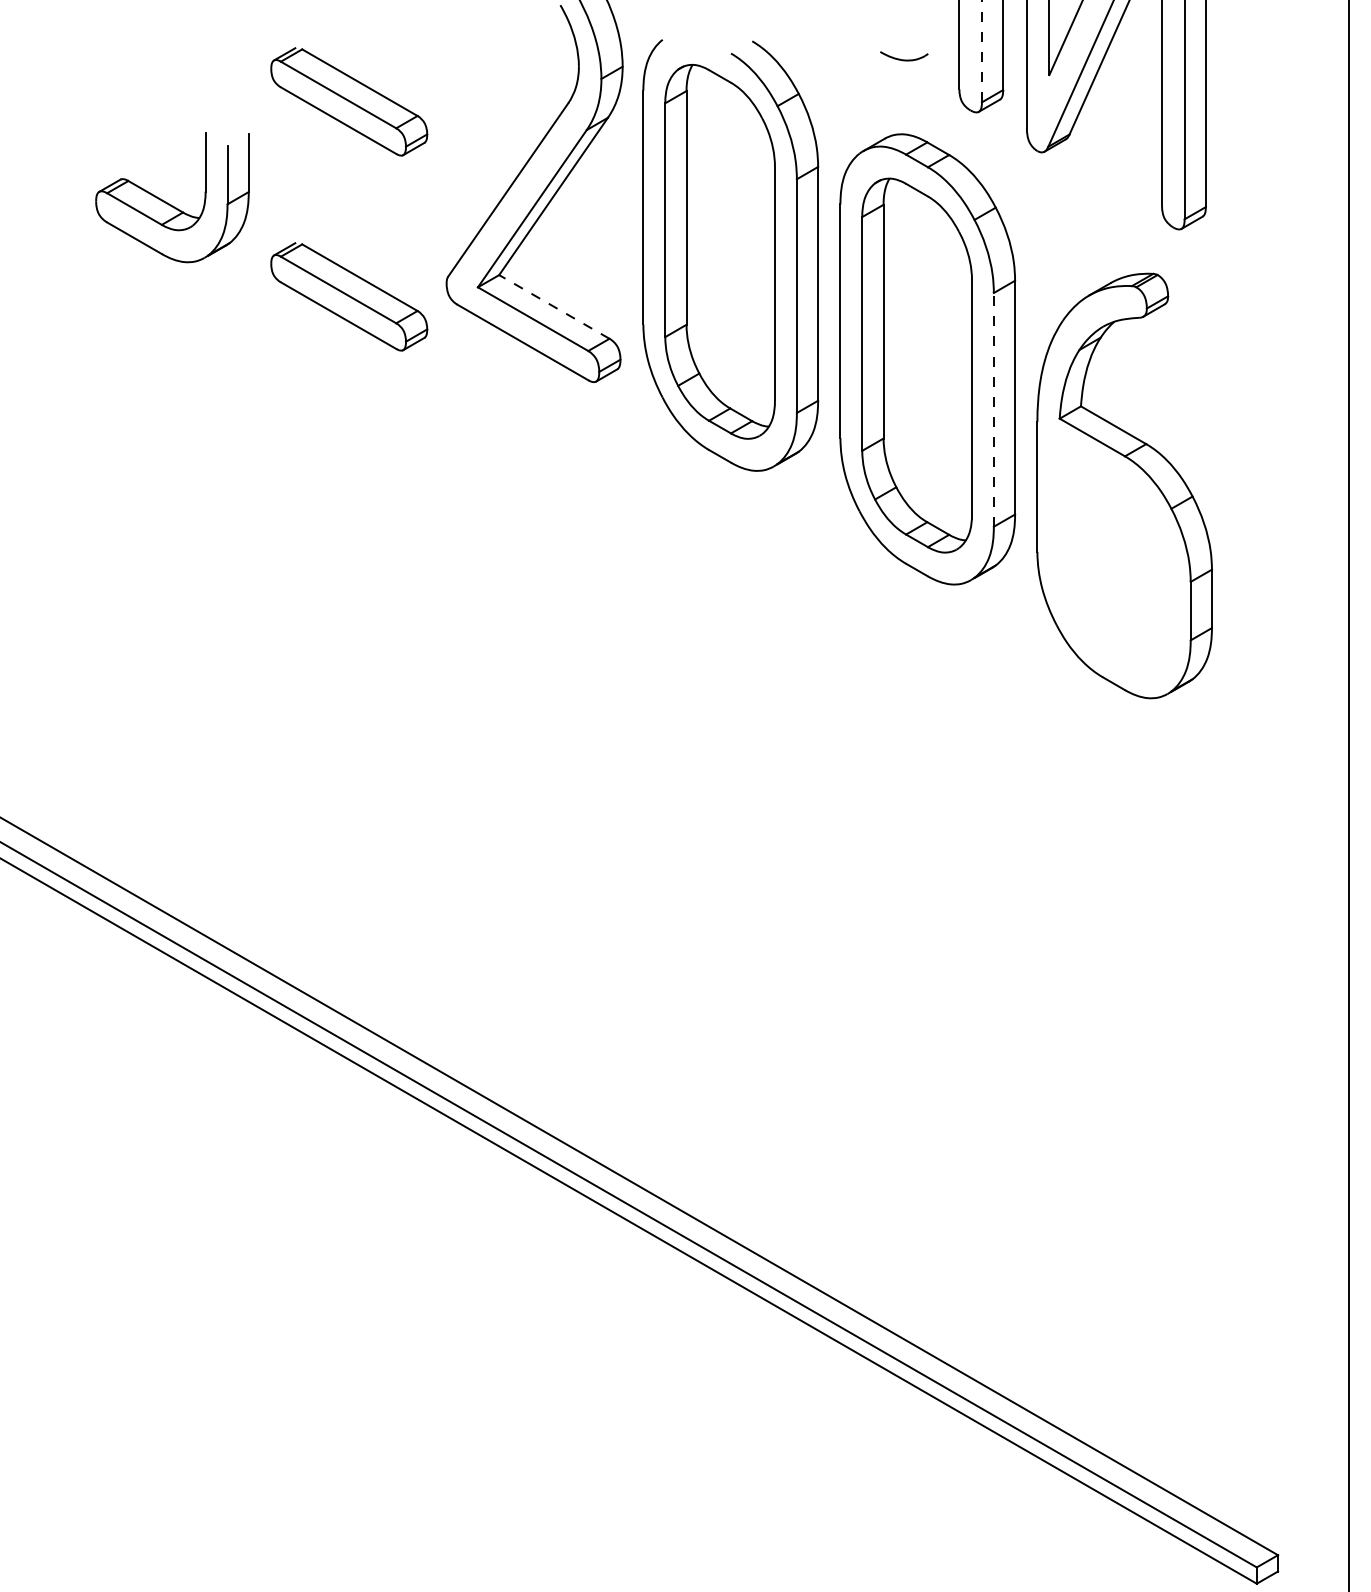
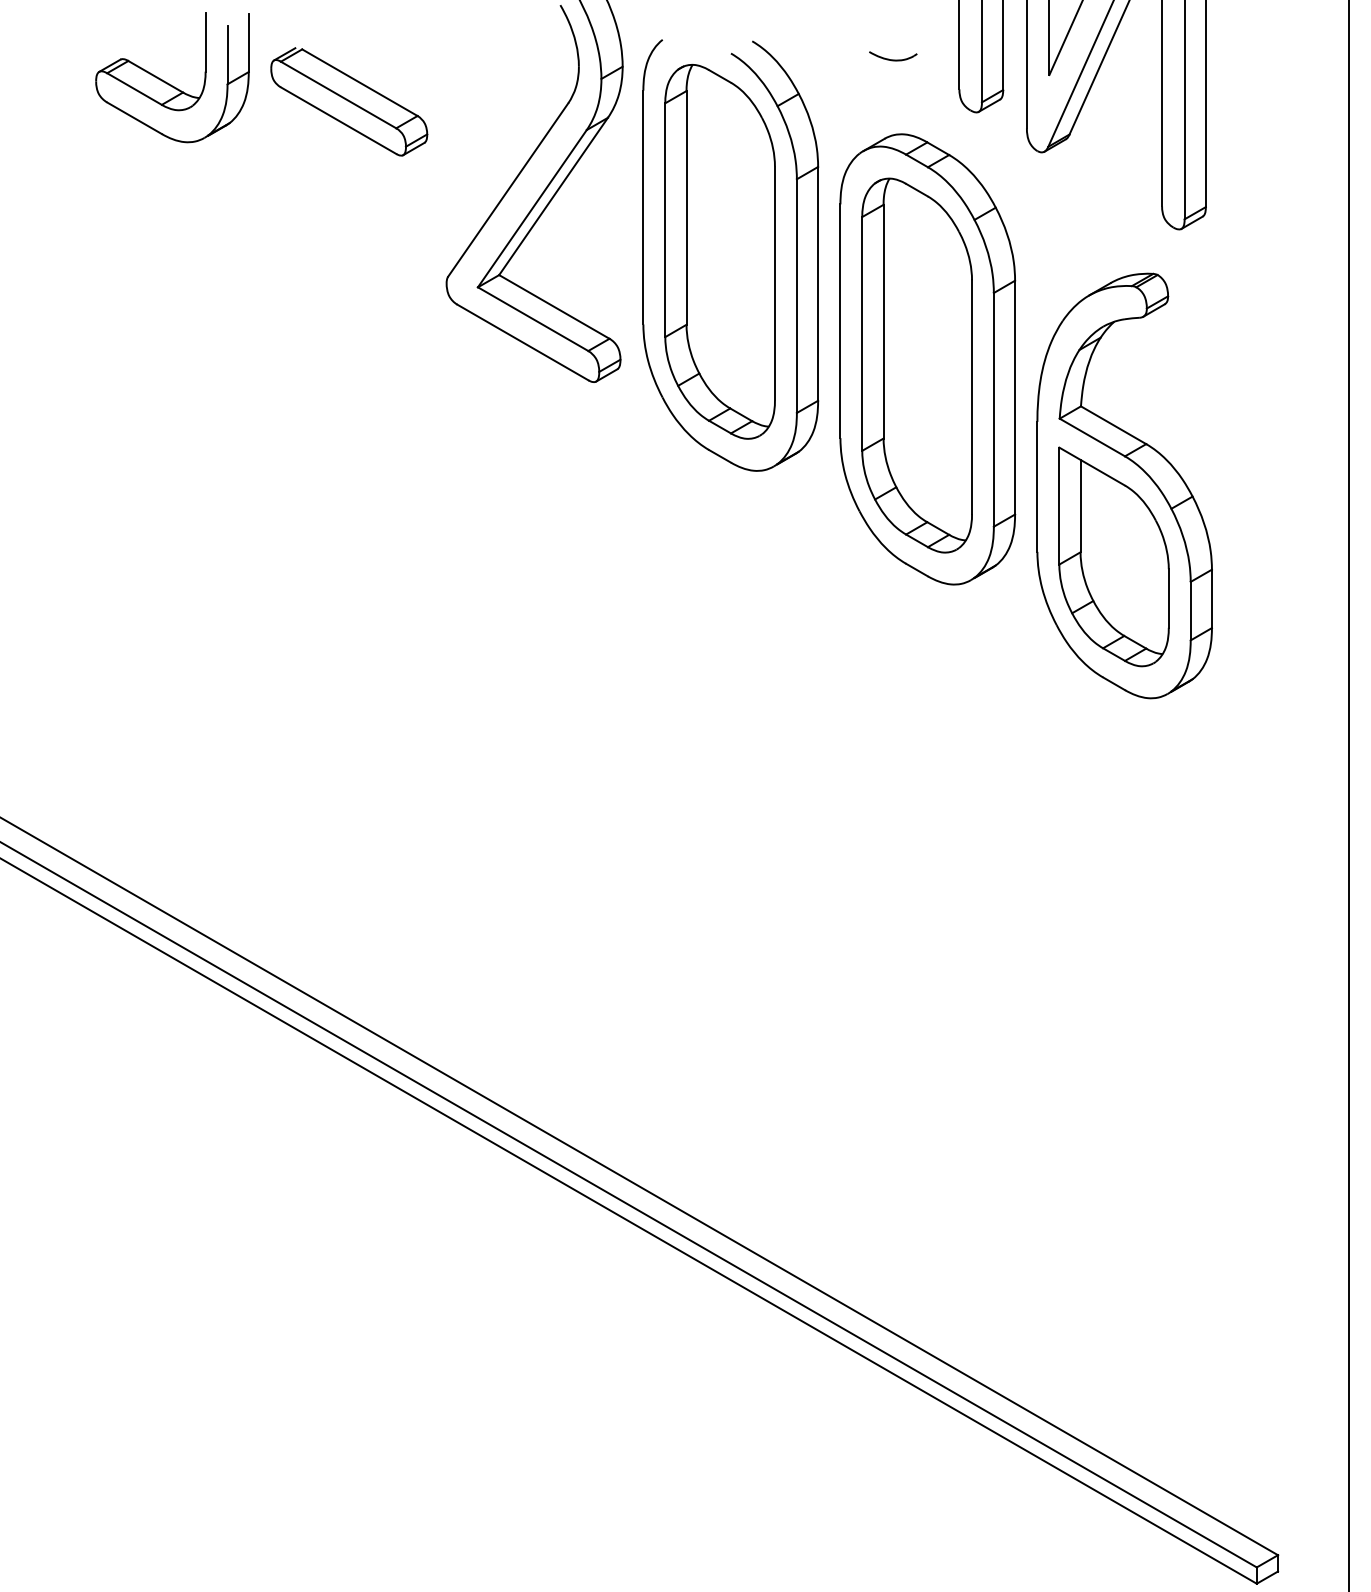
line at (981, 51): dashed -> solid
part at (904, 56) position: (904, 56) -> (893, 56)
part at (169, 203) position: (169, 203) -> (169, 83)
part at (349, 296): present -> none
line at (554, 306): dashed -> solid
line at (993, 409): dashed -> solid
part at (1113, 556): none -> present
